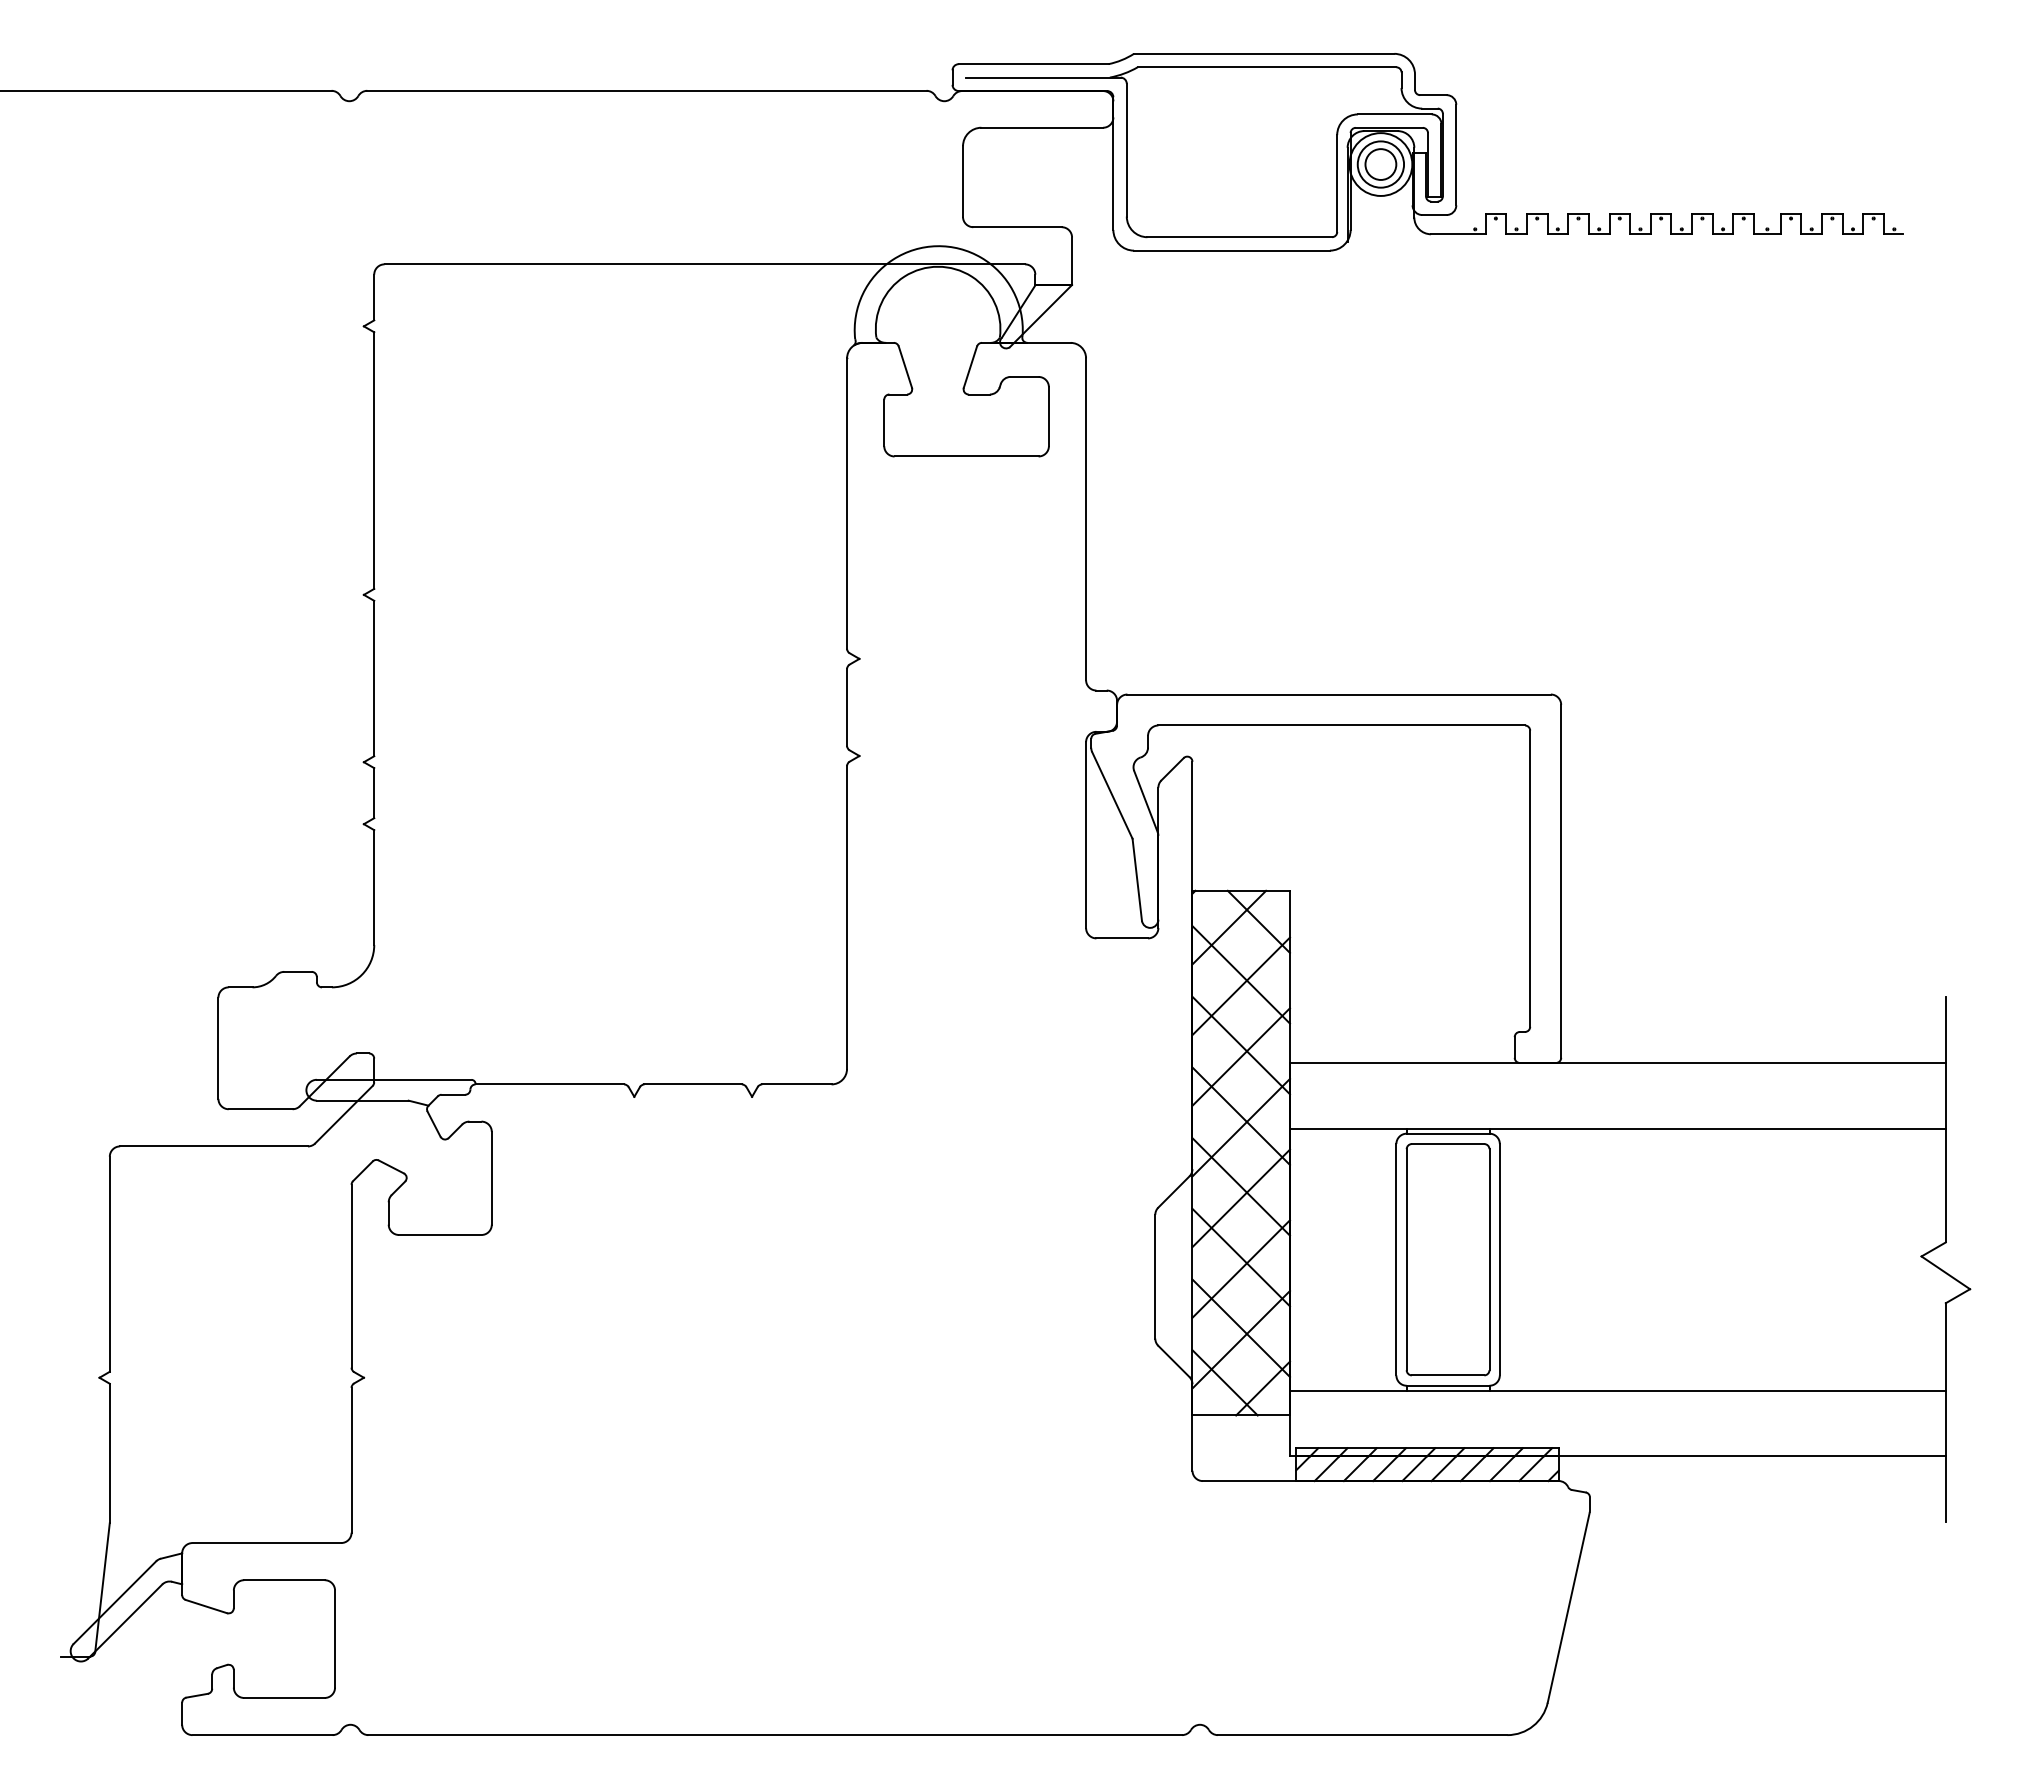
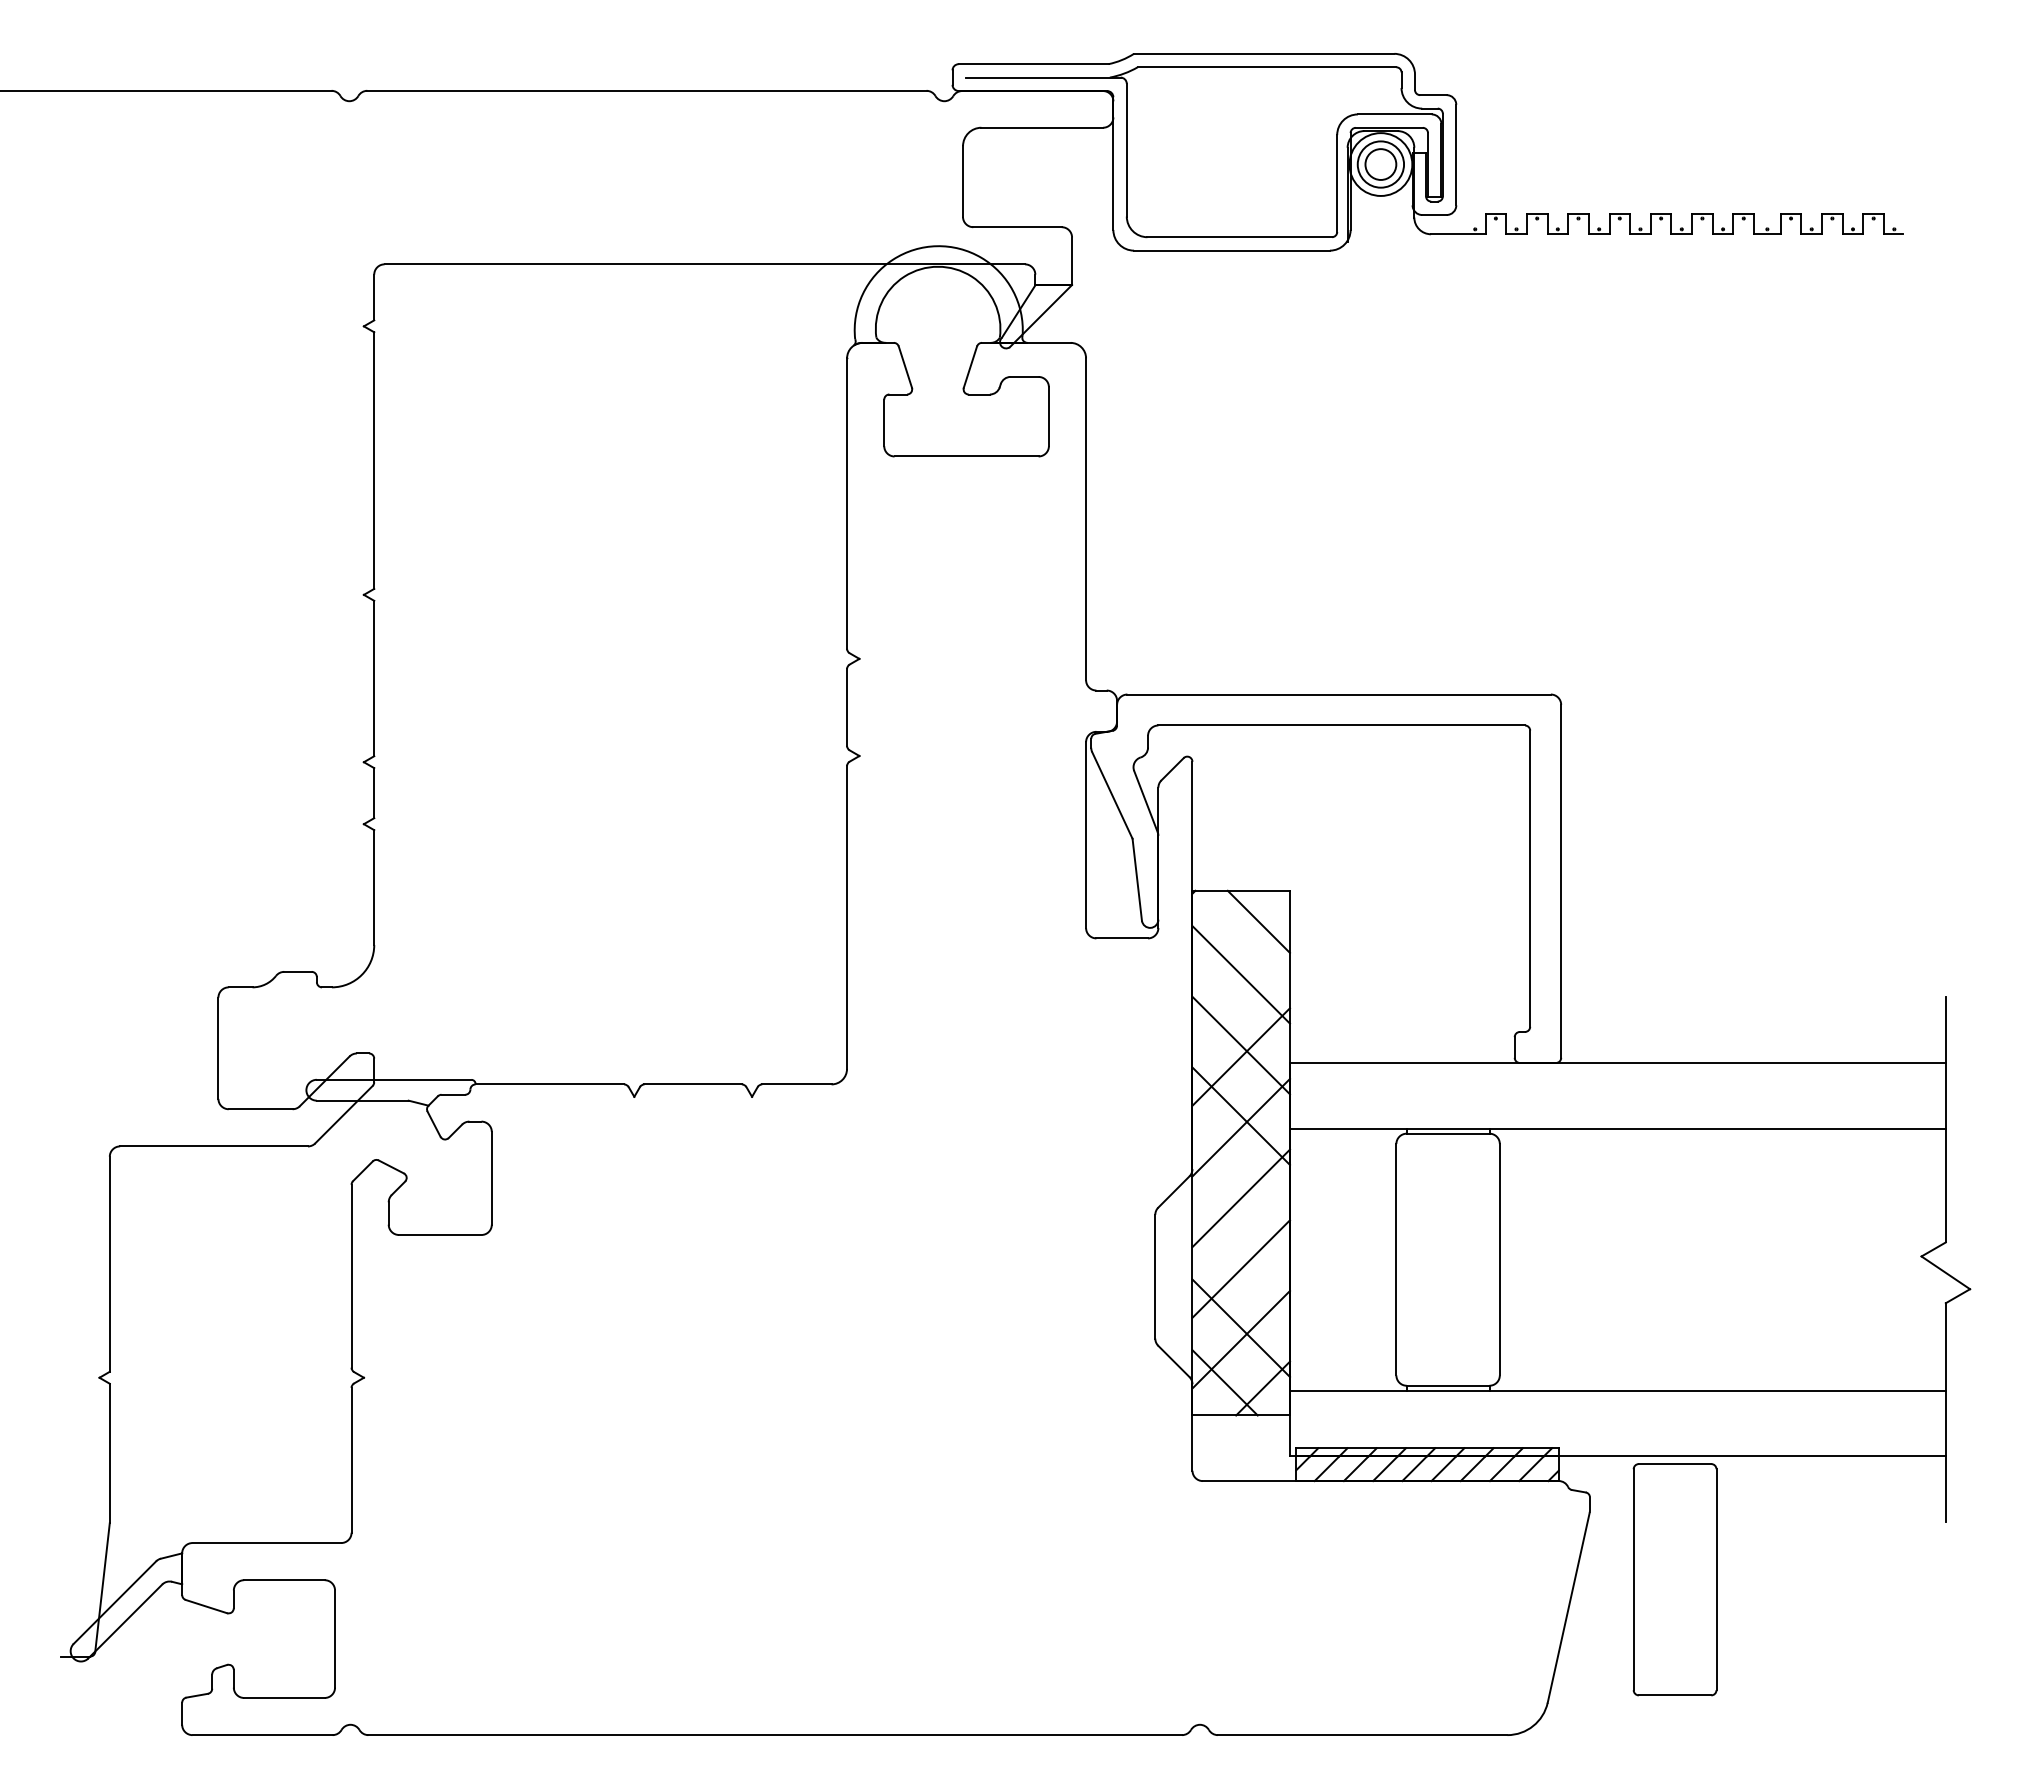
line at (1229, 927): present -> none
line at (1240, 986): present -> none
line at (1240, 1186): present -> none
line at (1240, 1257): present -> none
part at (1447, 1259) position: (1447, 1259) -> (1674, 1579)
